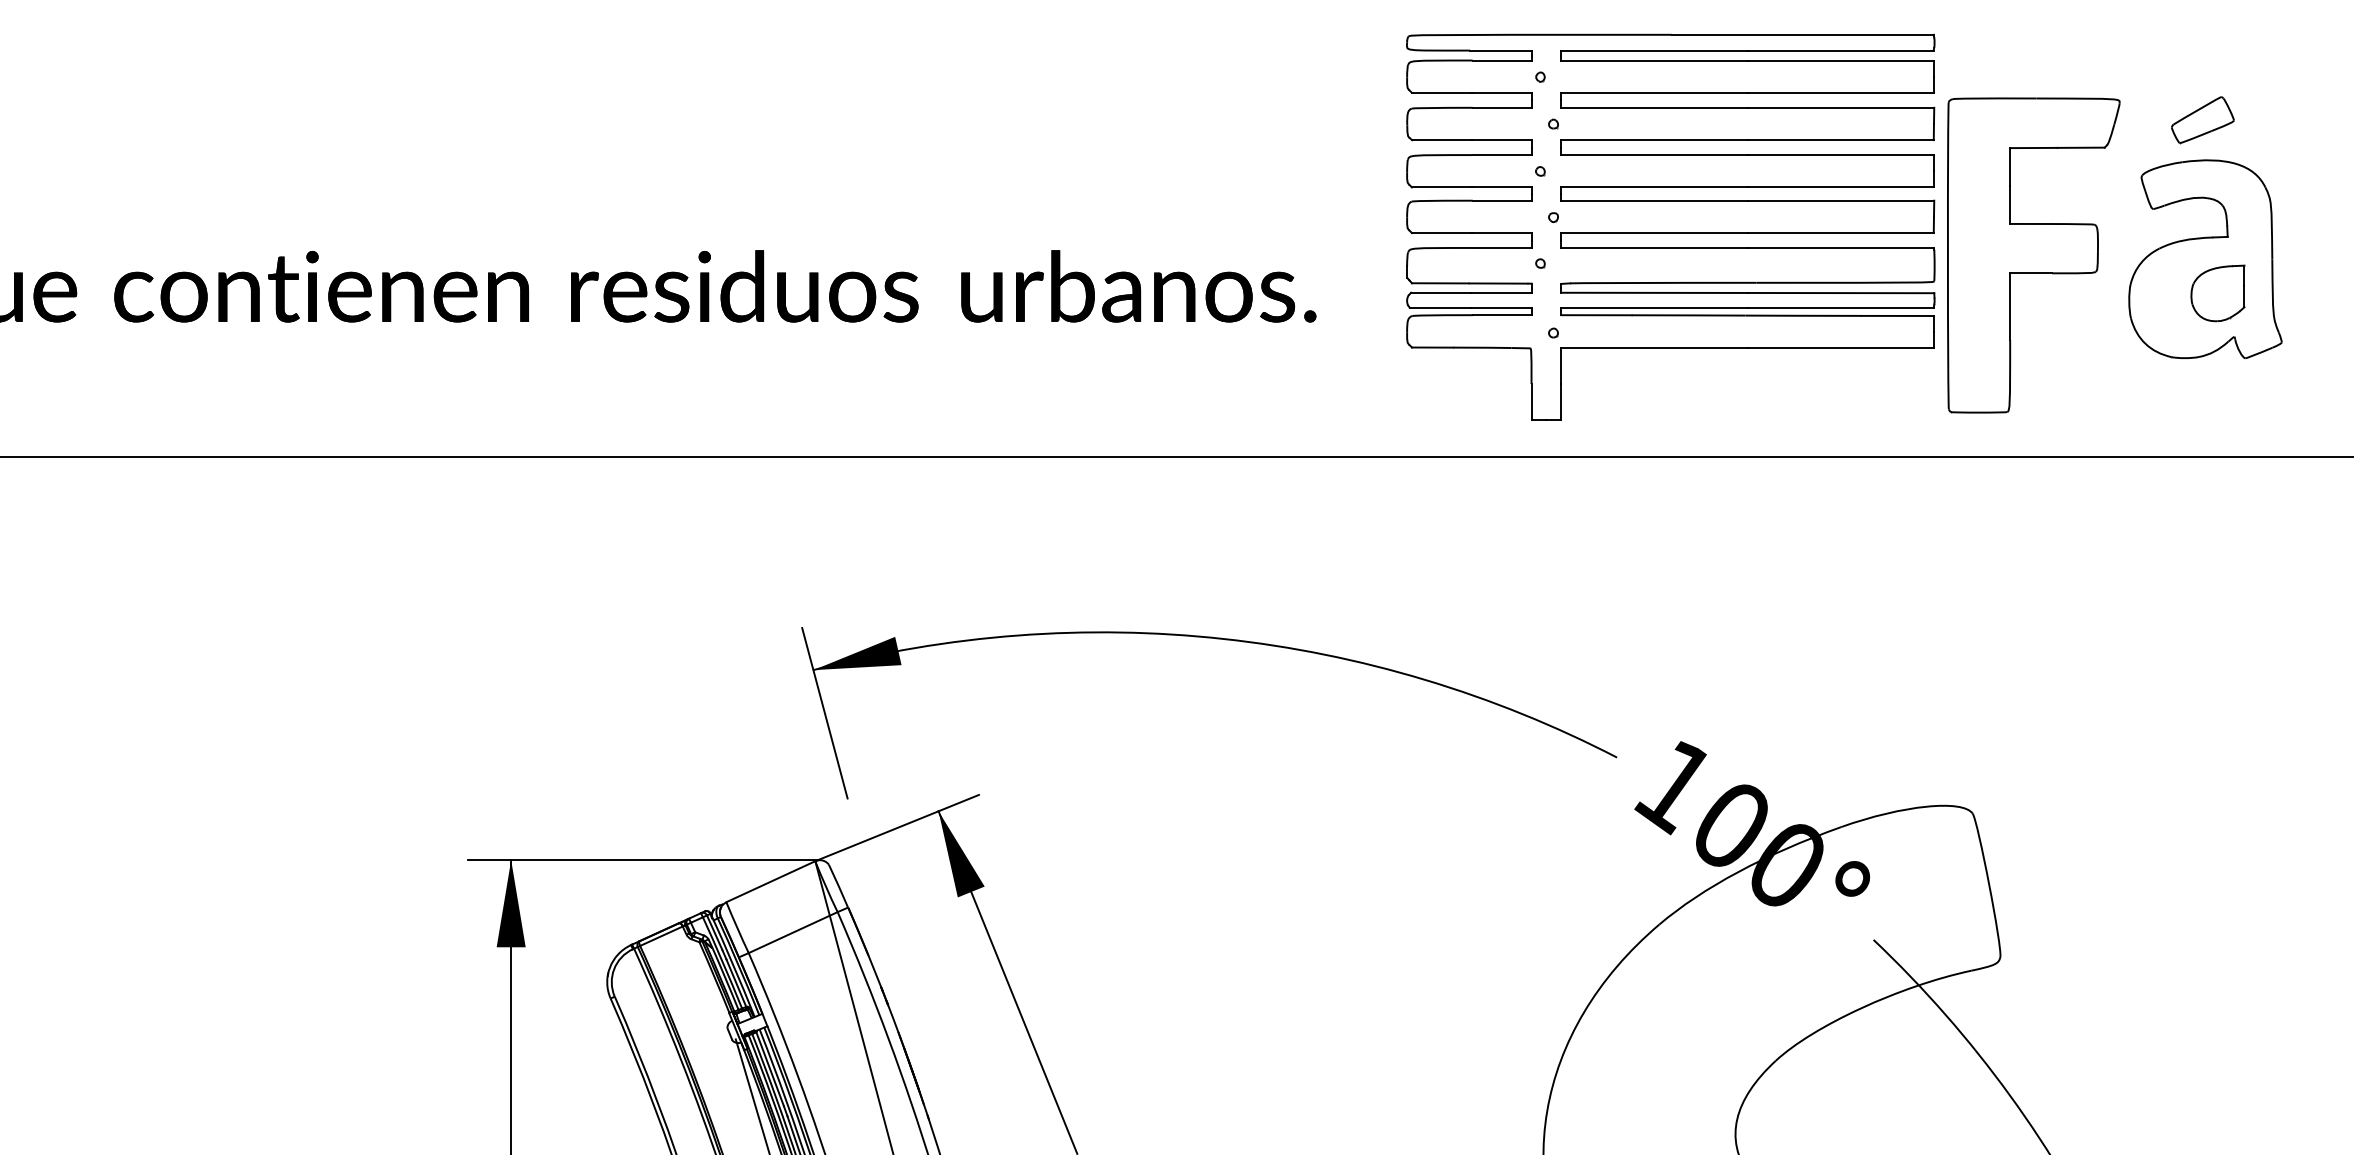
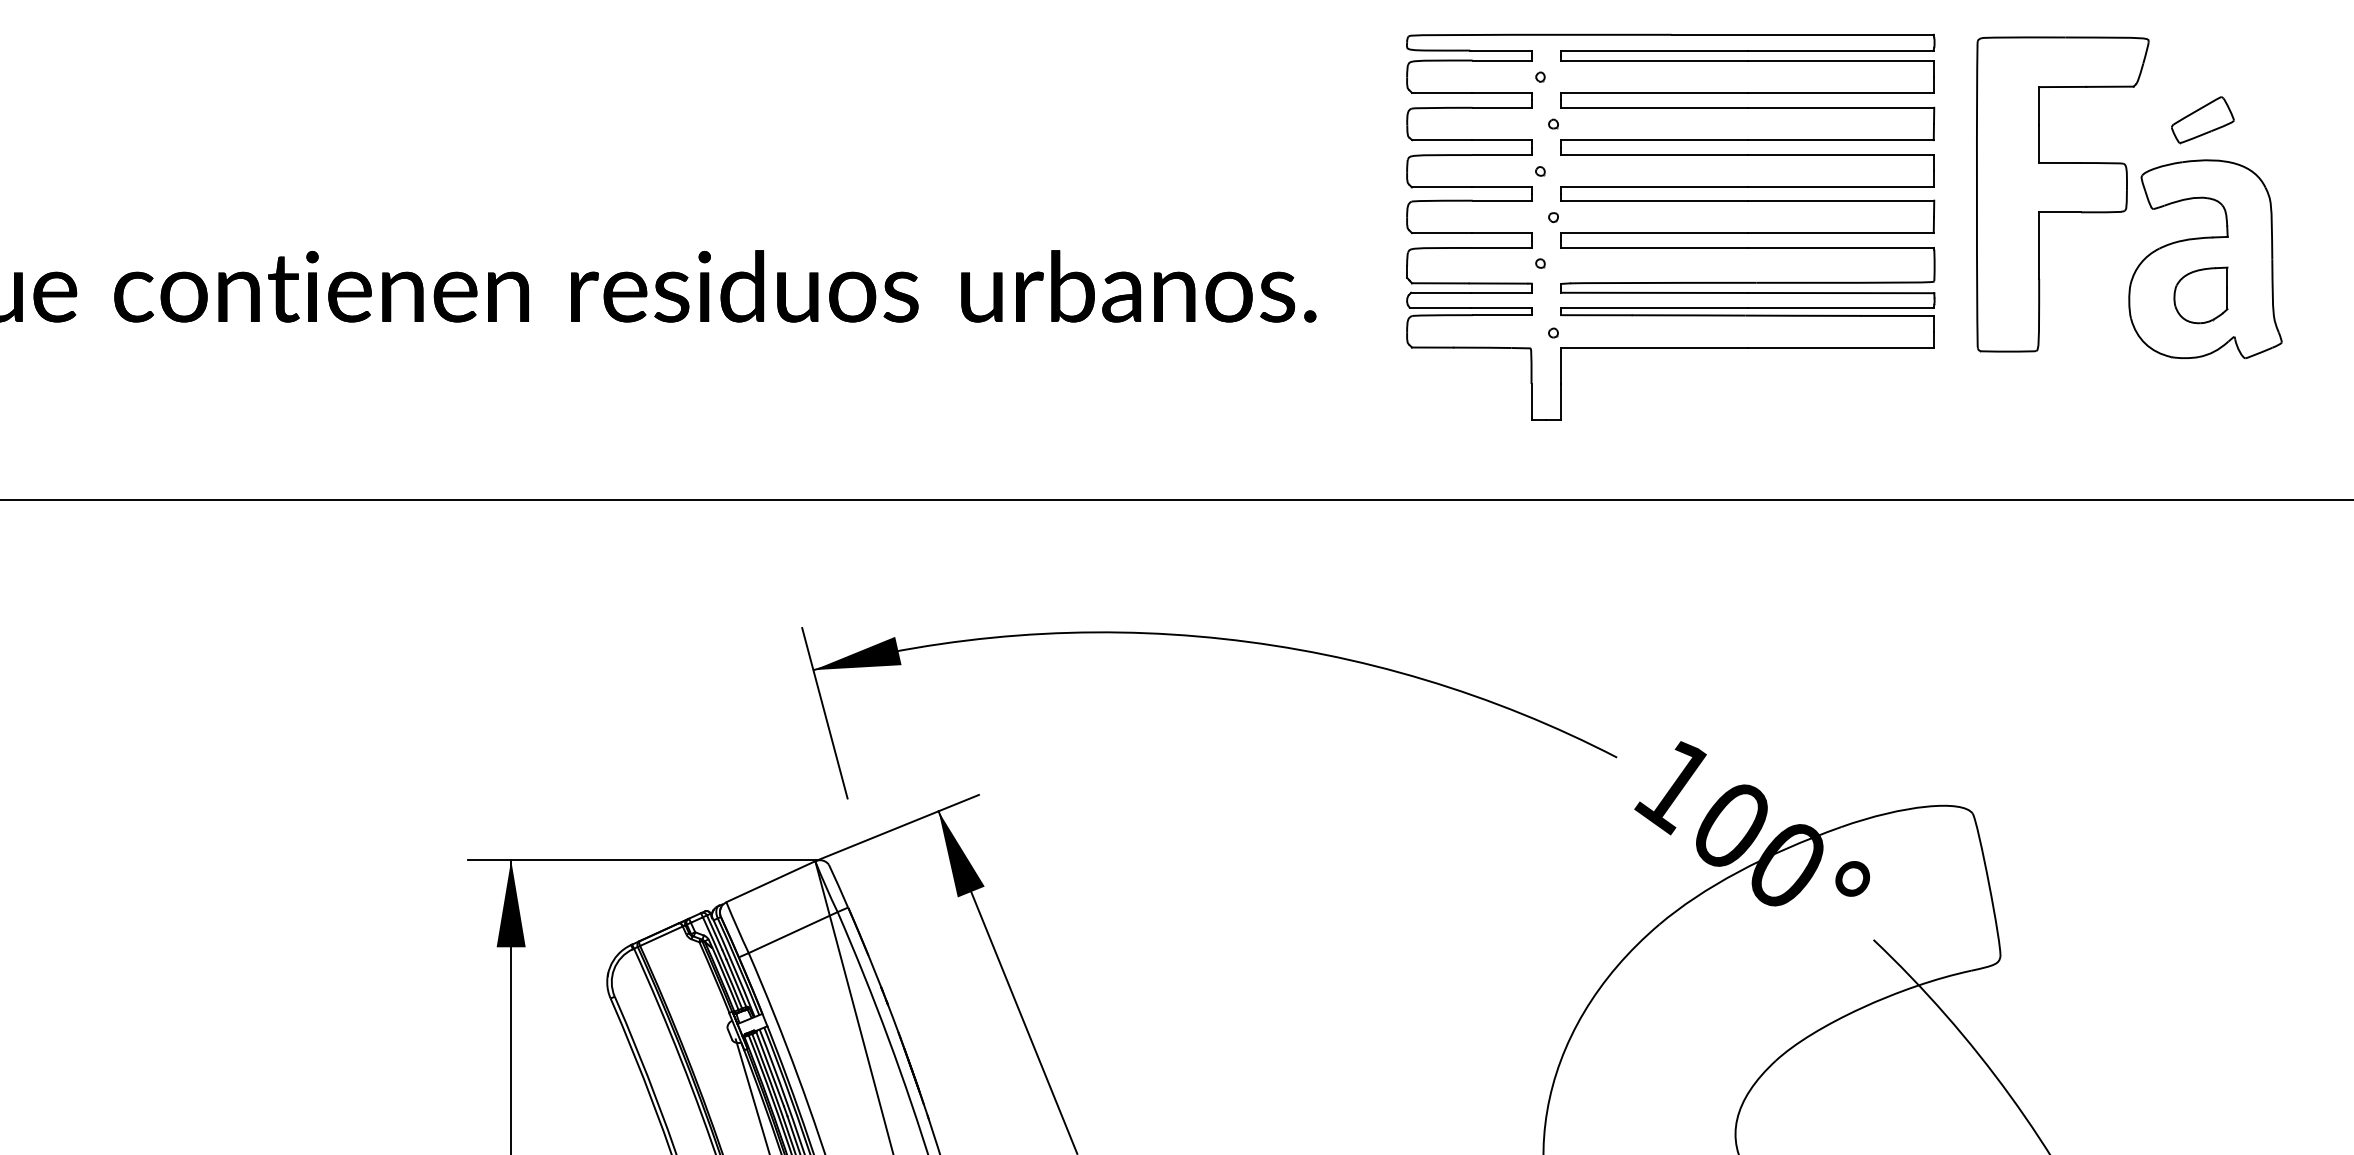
part at (2033, 255) position: (2033, 255) -> (2062, 194)
part at (2217, 293) position: (2217, 293) -> (2200, 295)
line at (1176, 456) position: (1176, 456) -> (1176, 499)
